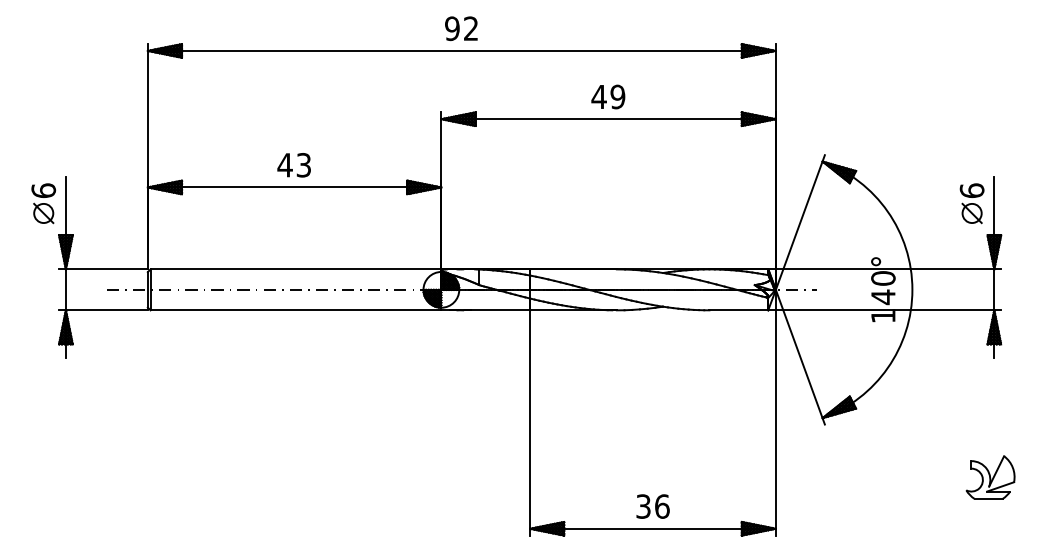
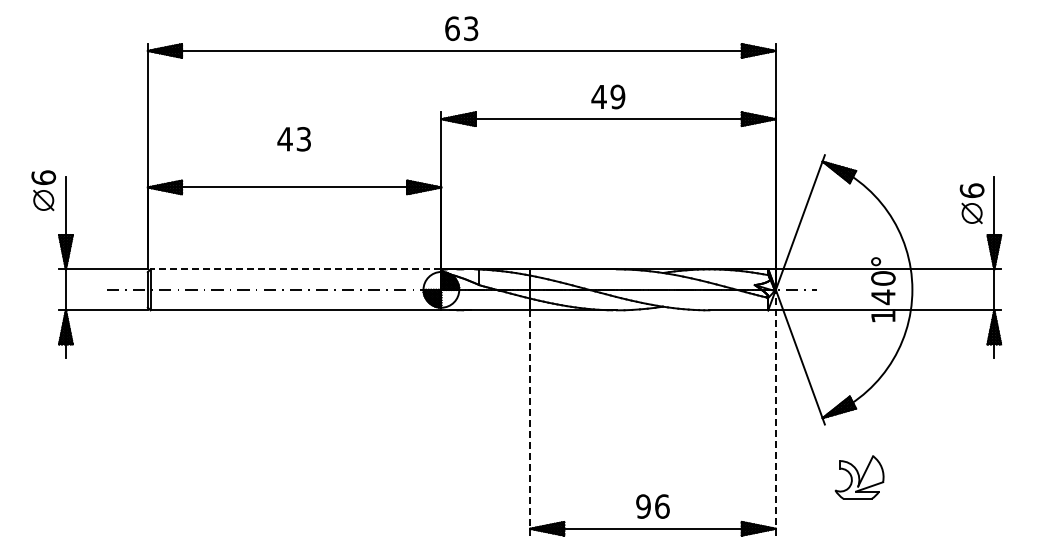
text at (461, 28): 92 -> 63
text at (293, 165) position: (293, 165) -> (293, 139)
part at (43, 203) position: (43, 203) -> (43, 190)
line at (295, 269): solid -> dashed
line at (775, 412): solid -> dashed
line at (530, 422): solid -> dashed
part at (990, 477) position: (990, 477) -> (859, 477)
text at (643, 506): 36 -> 96
